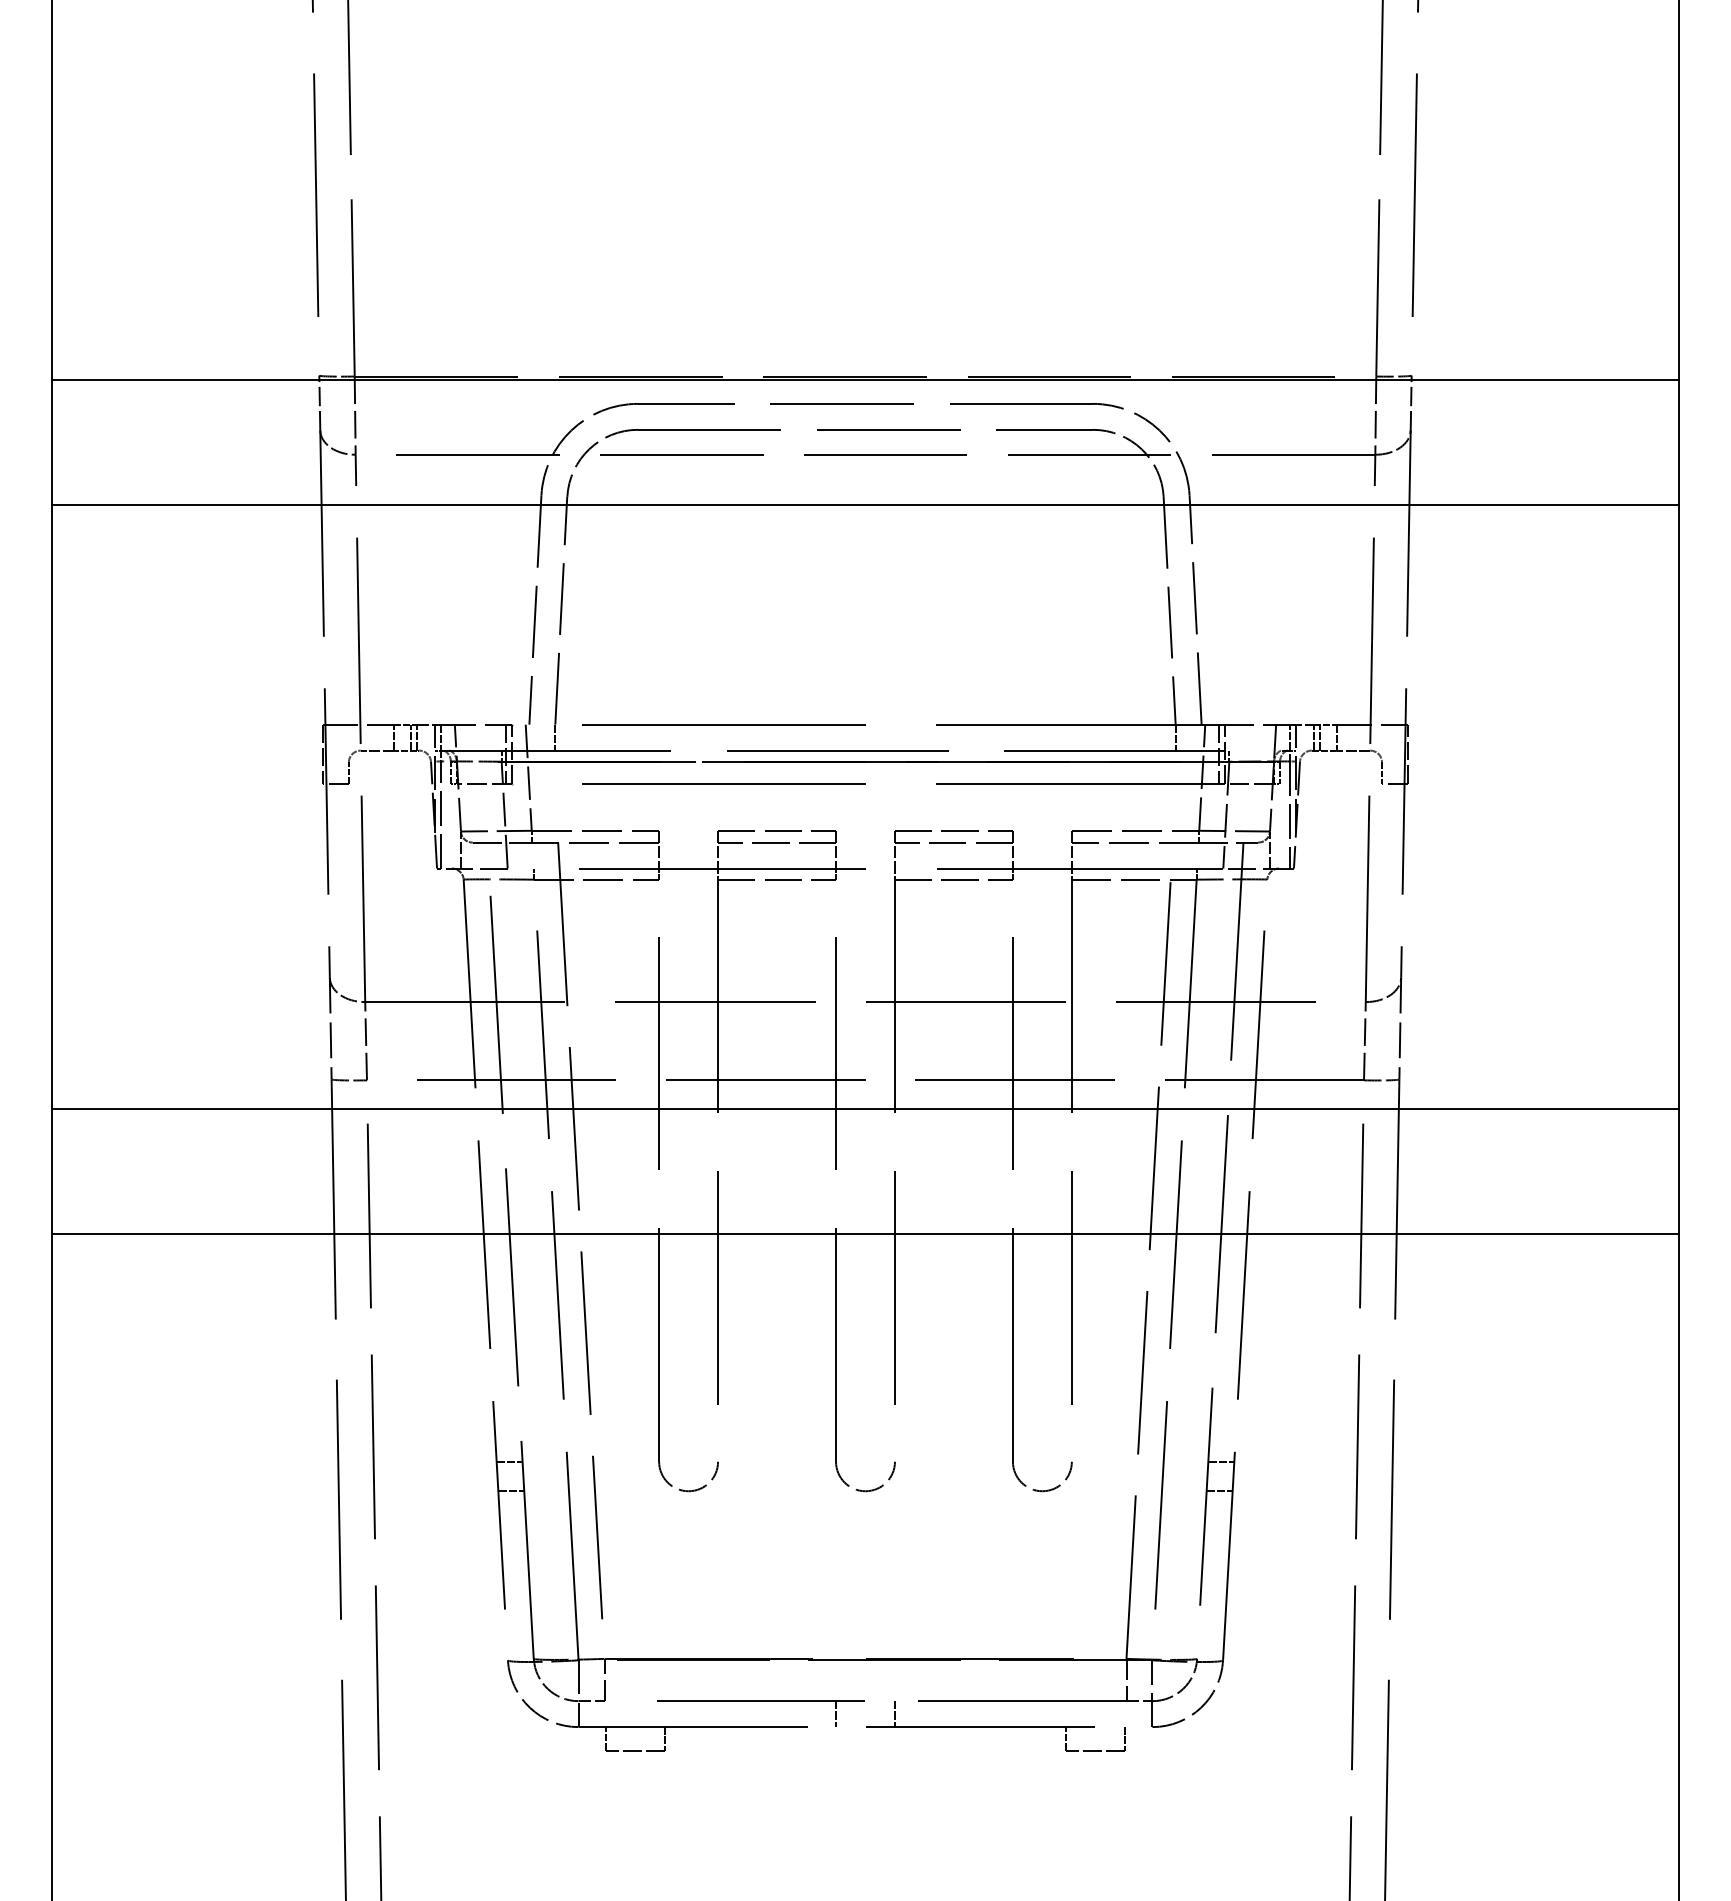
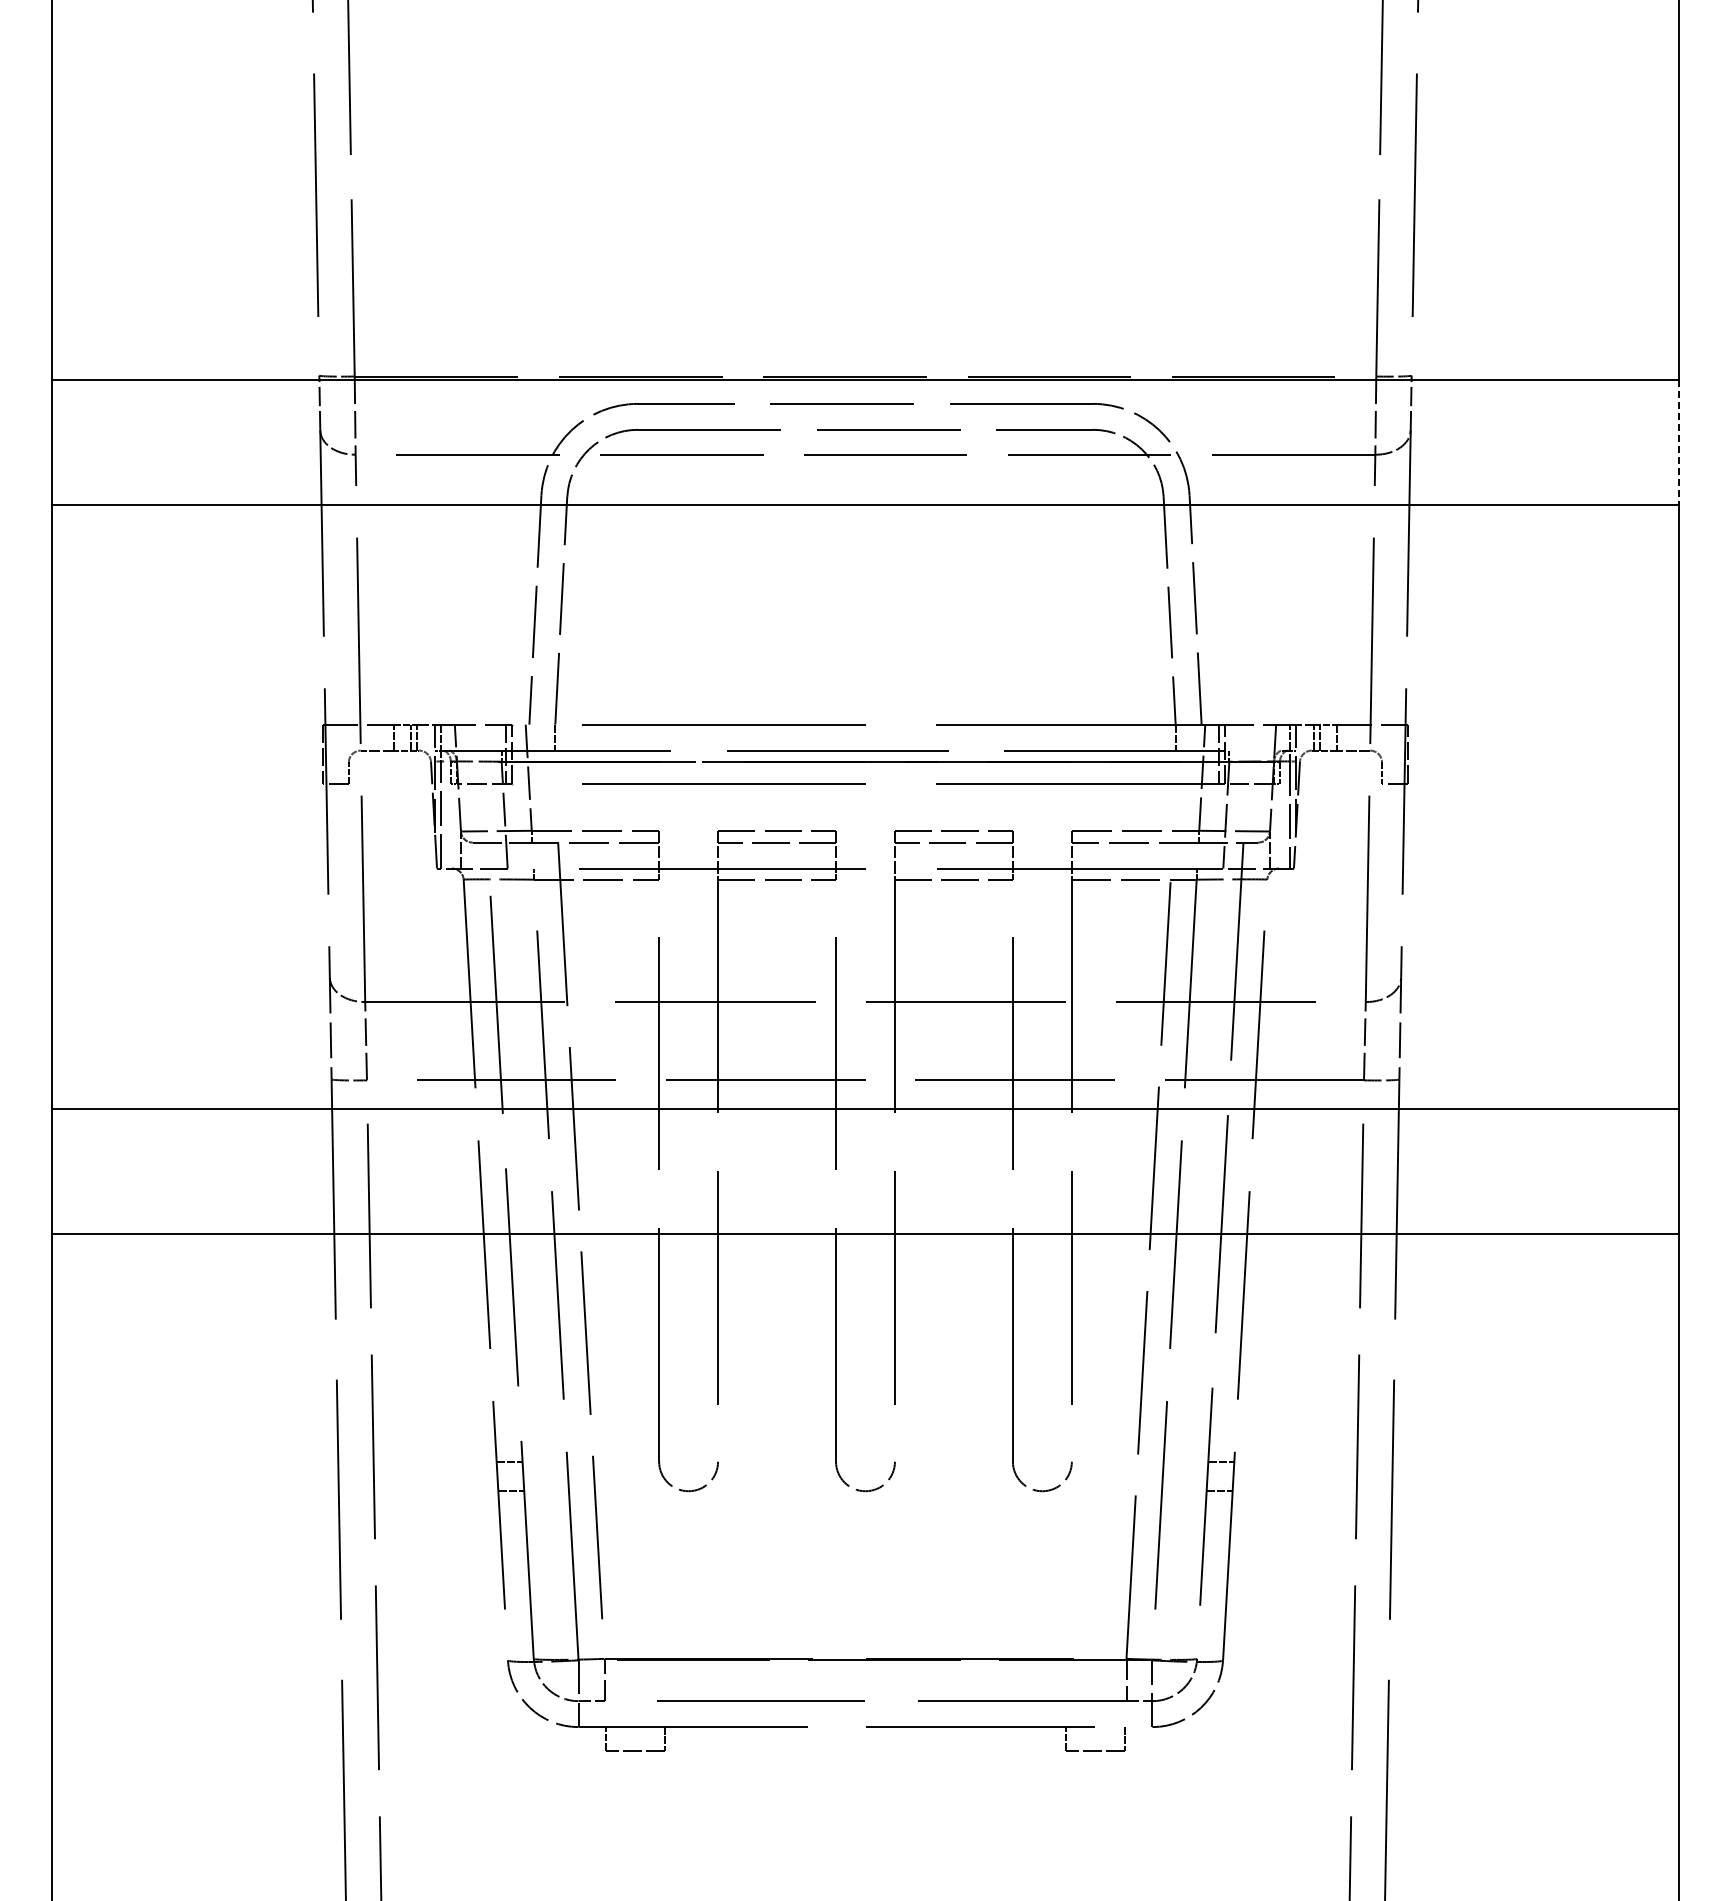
line at (1679, 442): solid -> dashed
line at (836, 1714): present -> none
line at (894, 1714): present -> none
